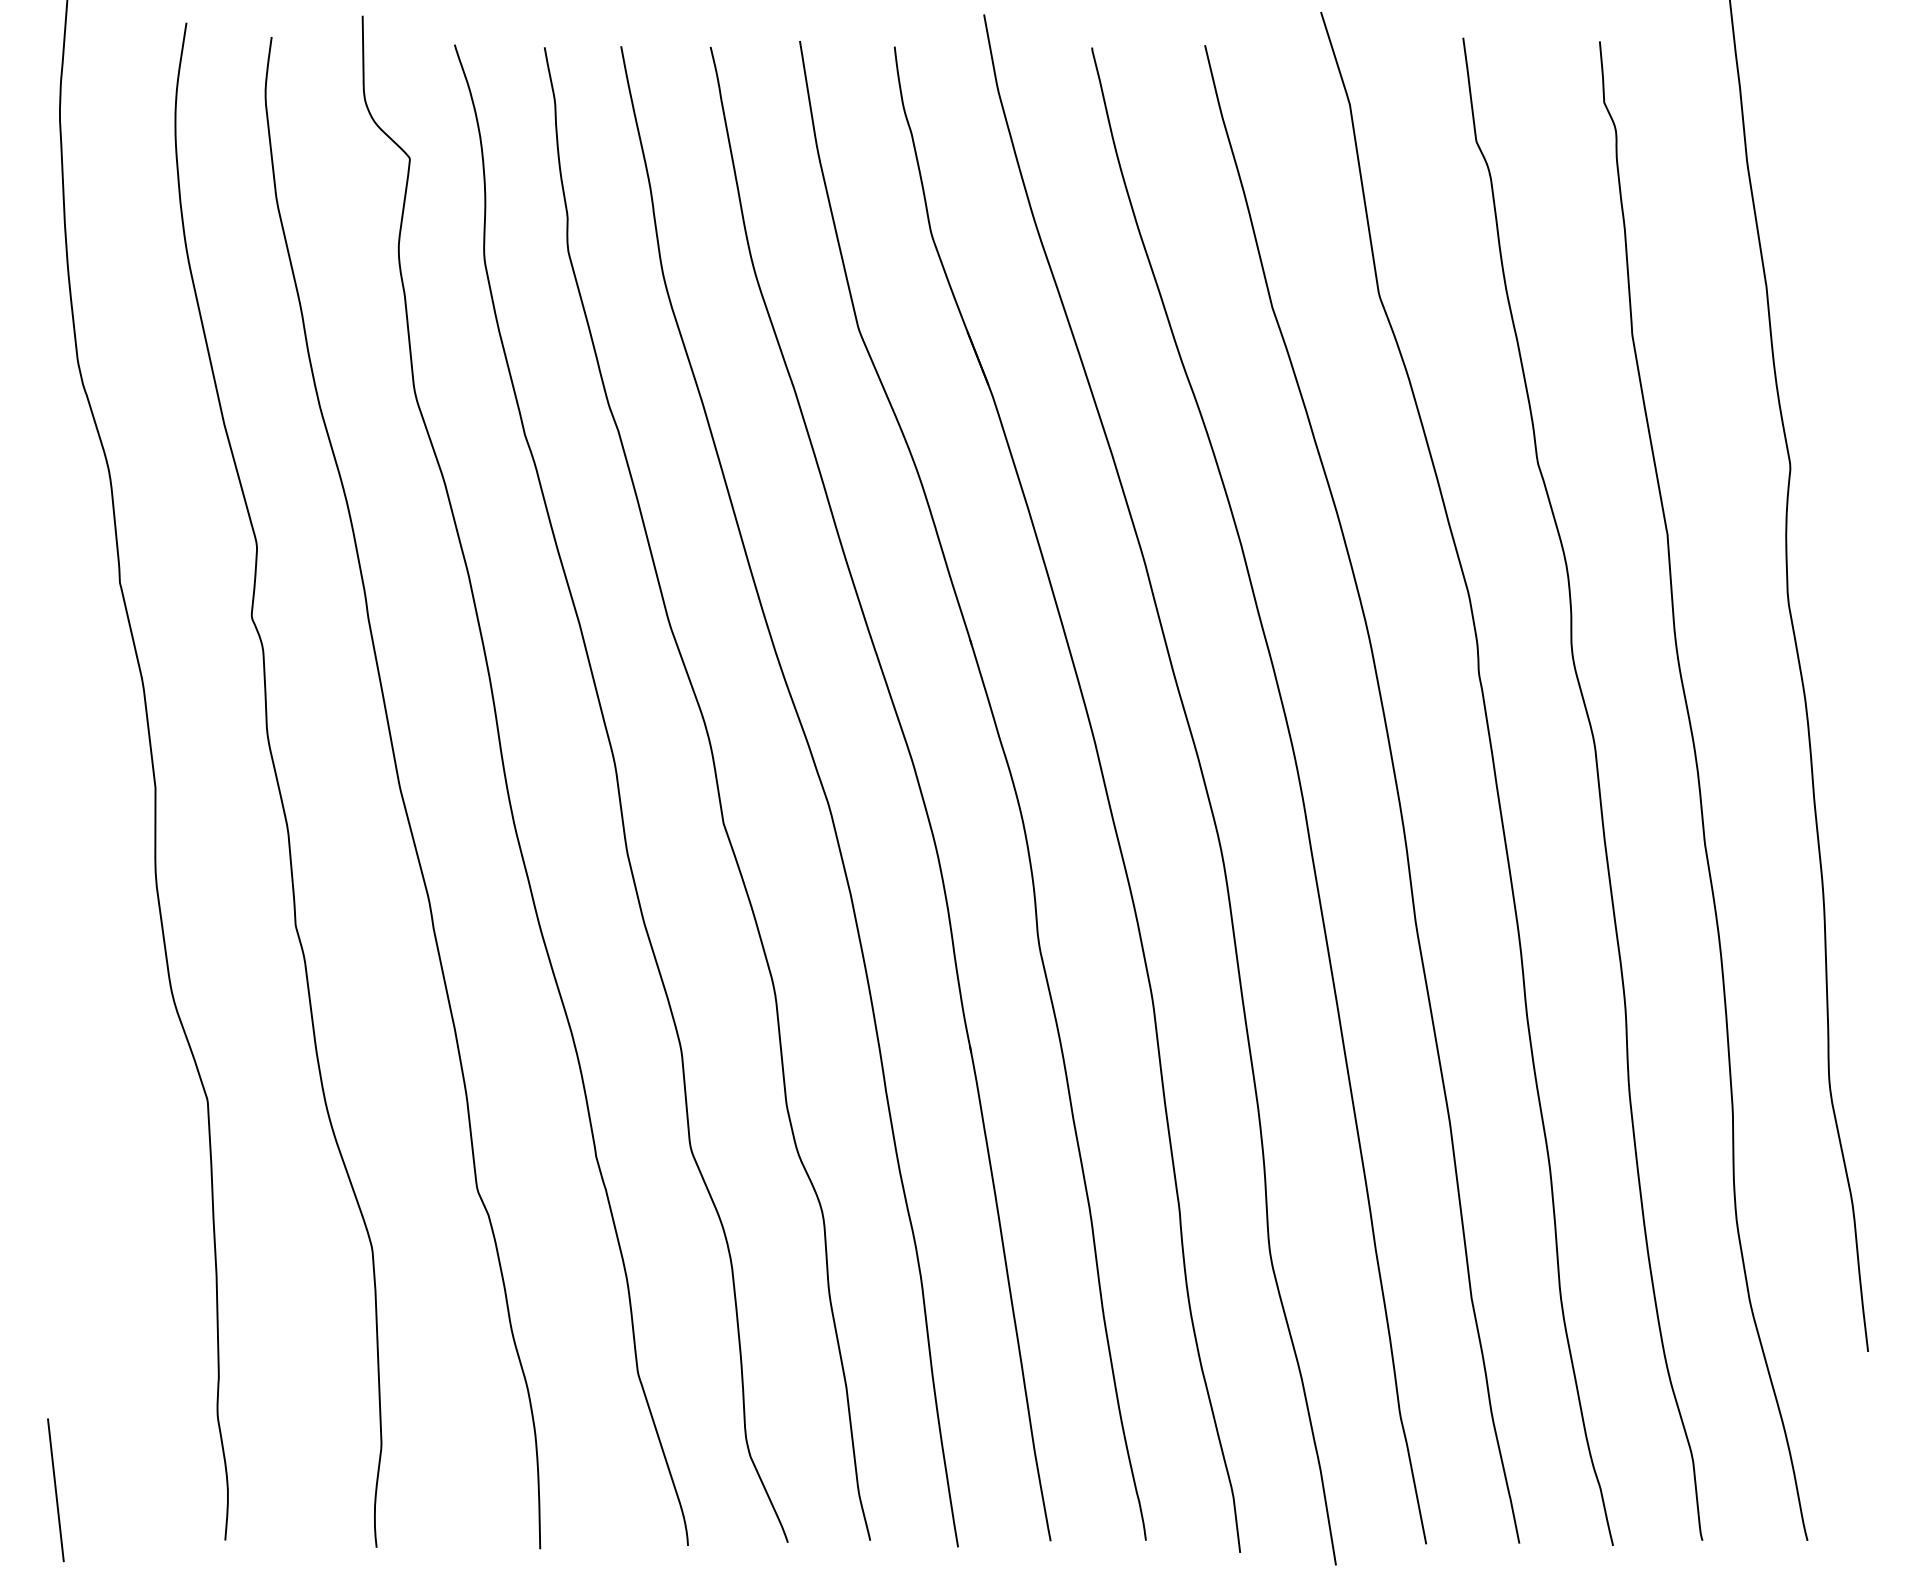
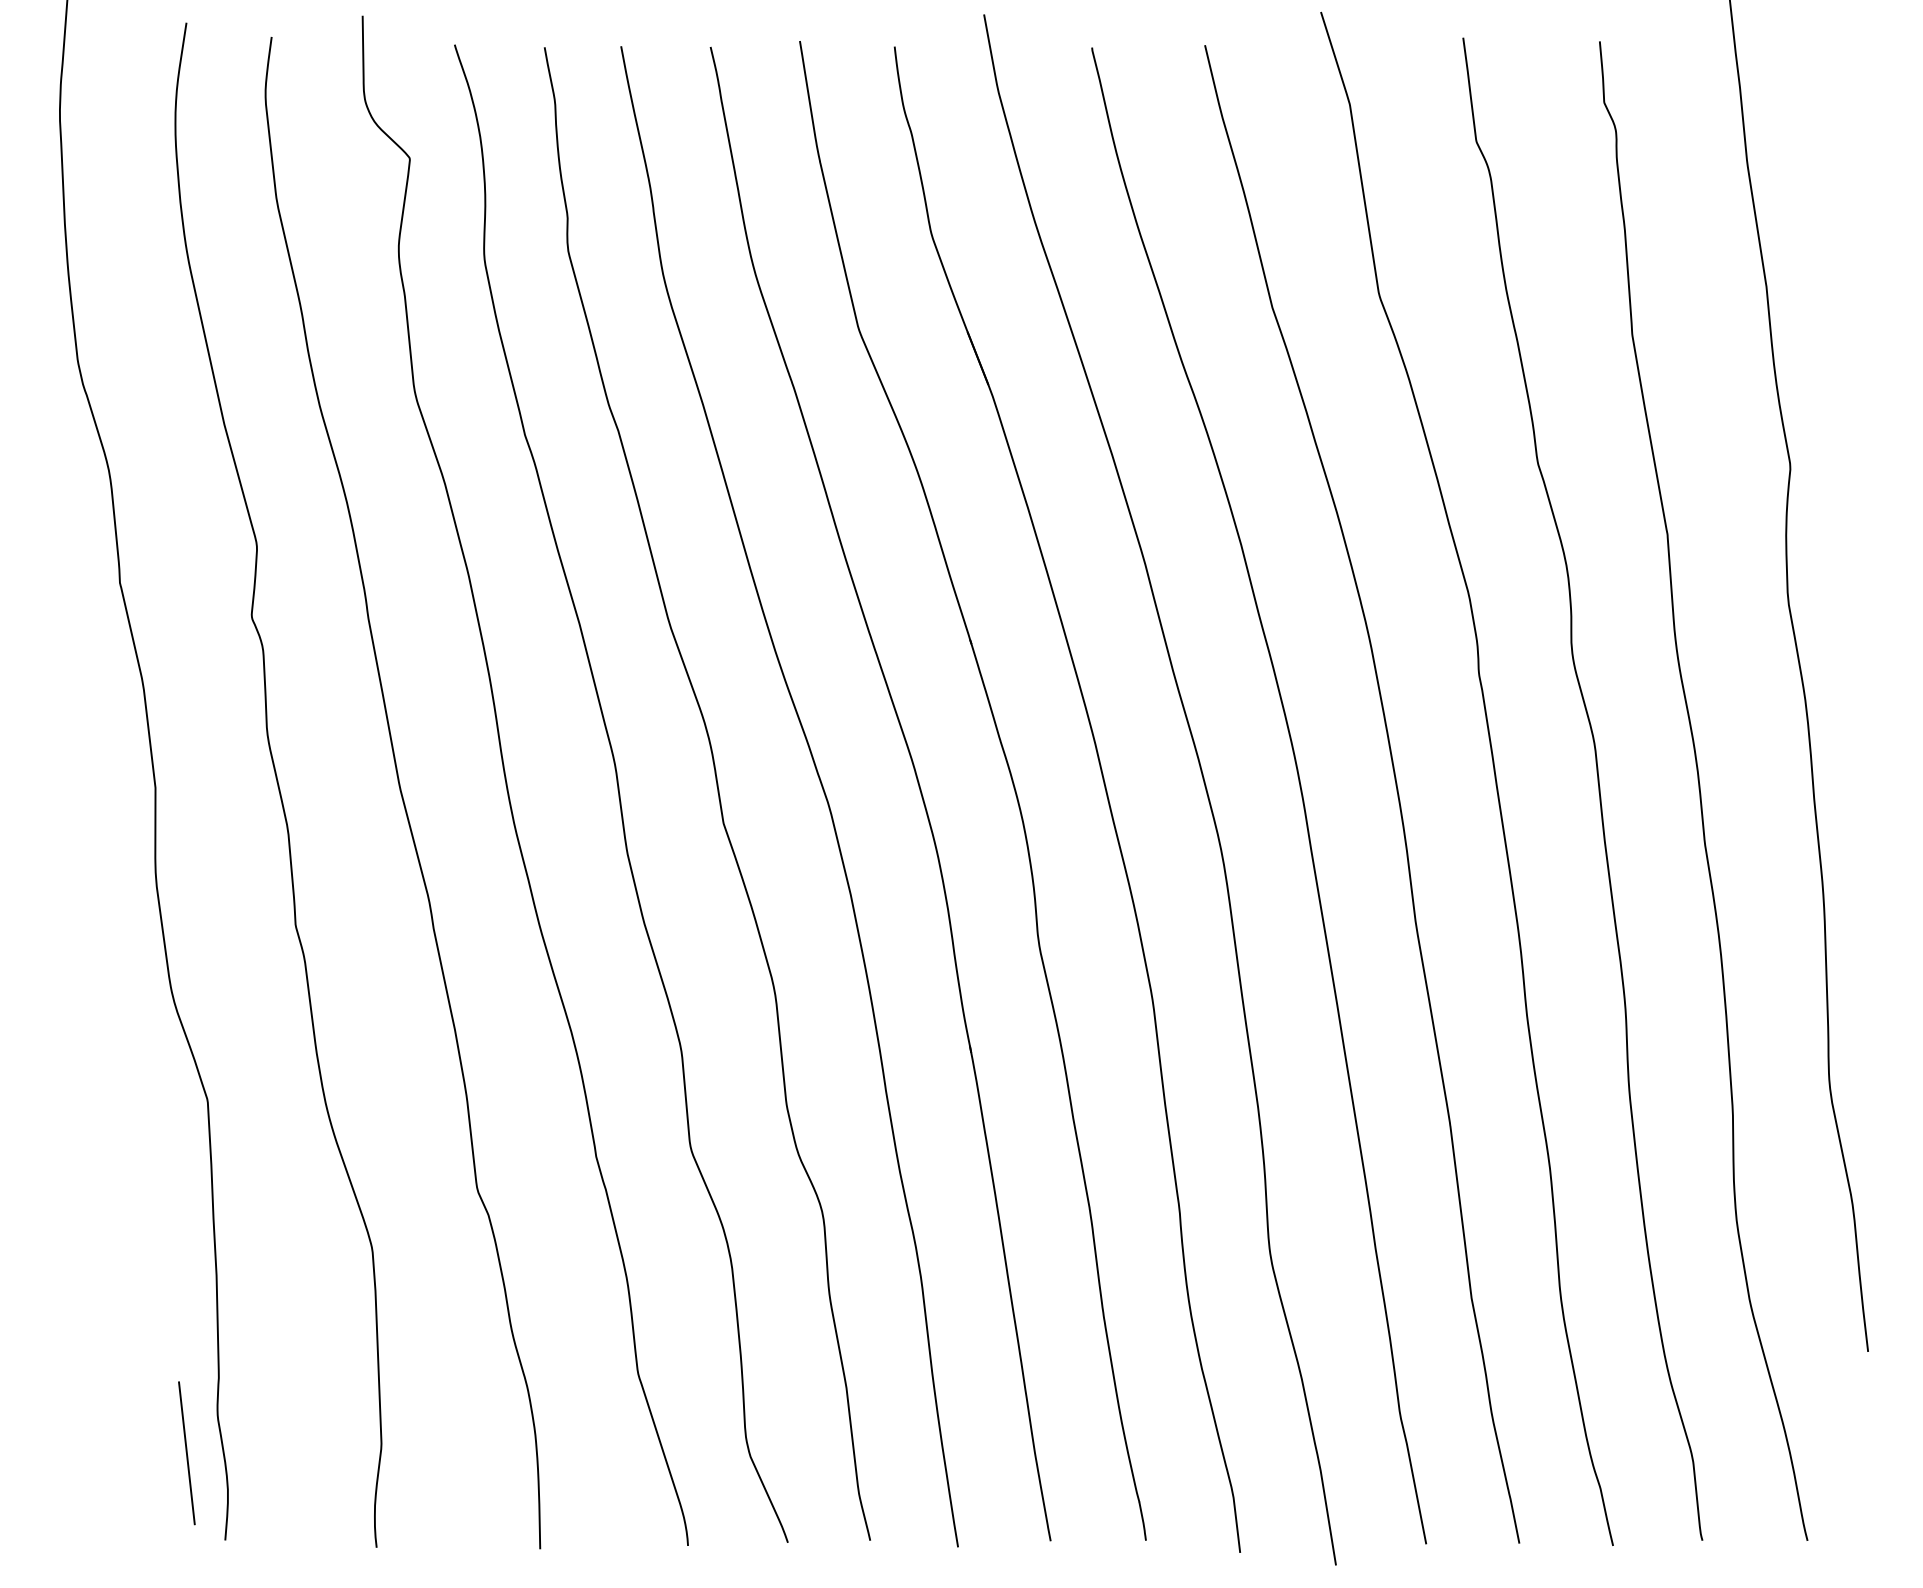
line at (55, 1490) position: (55, 1490) -> (186, 1453)
